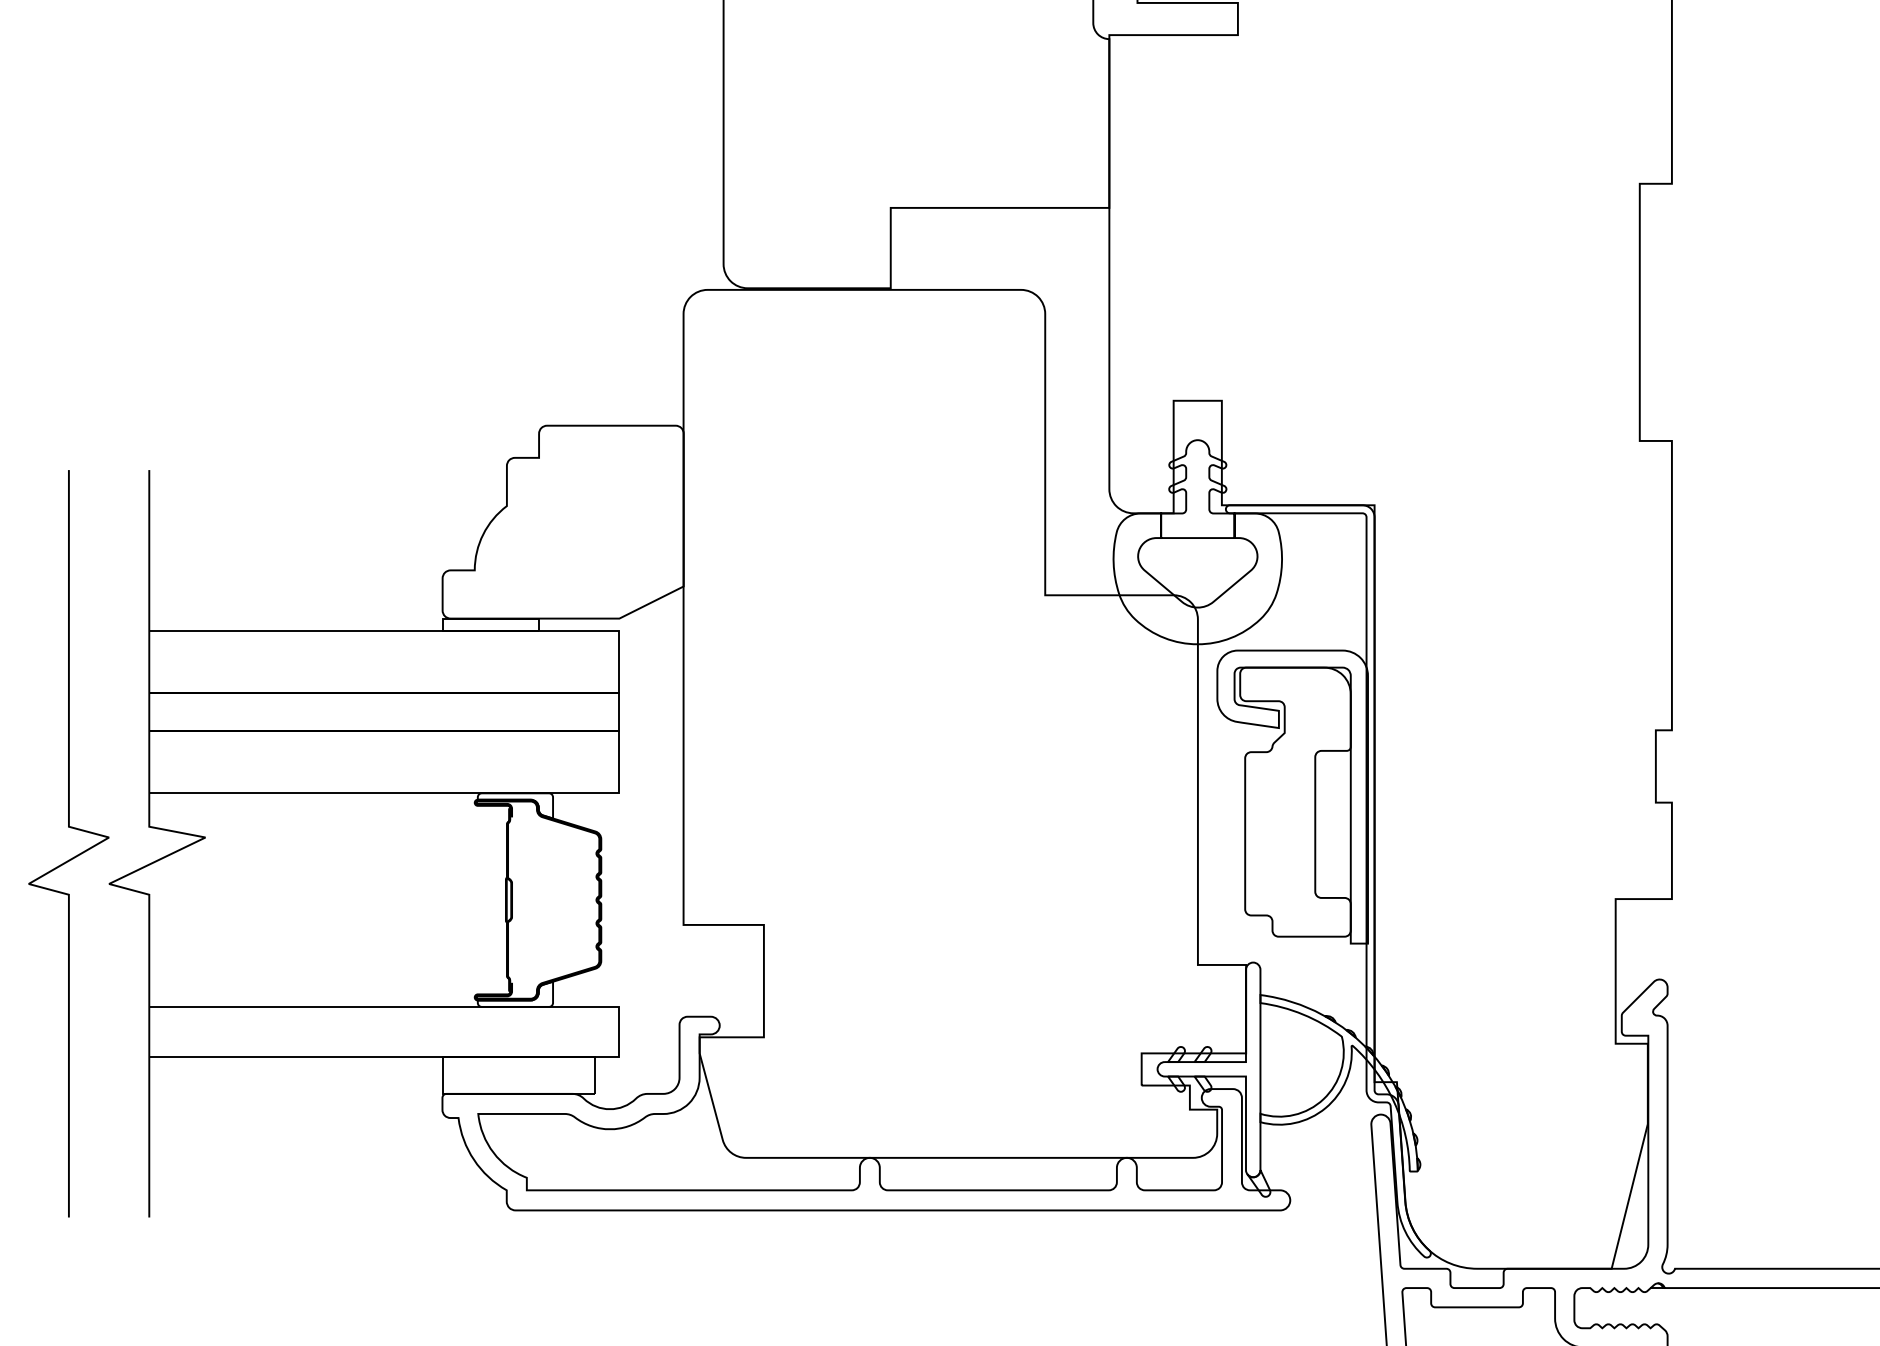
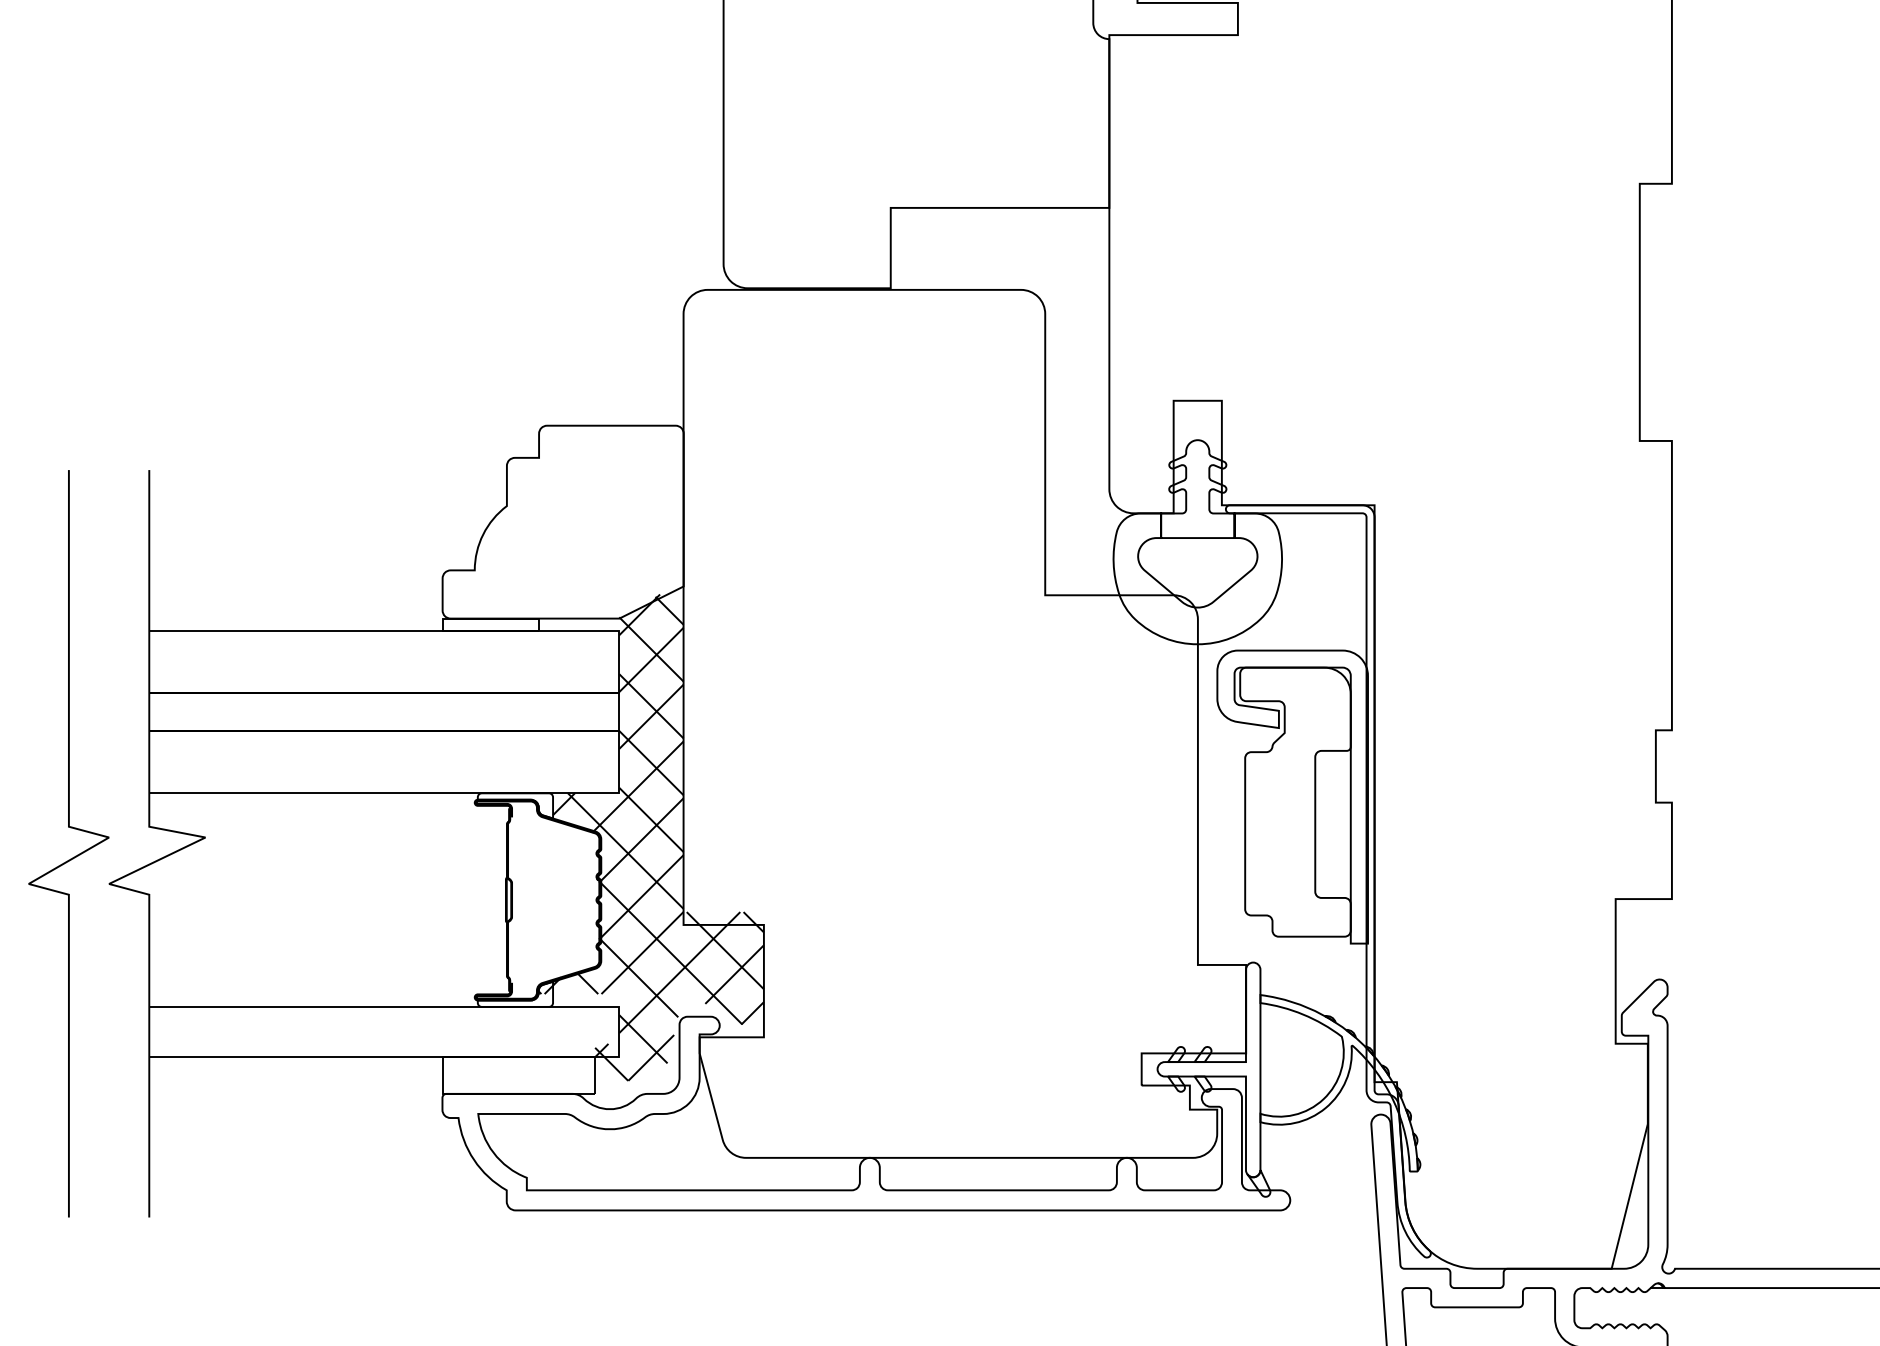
hatch at (651, 837): none -> present
